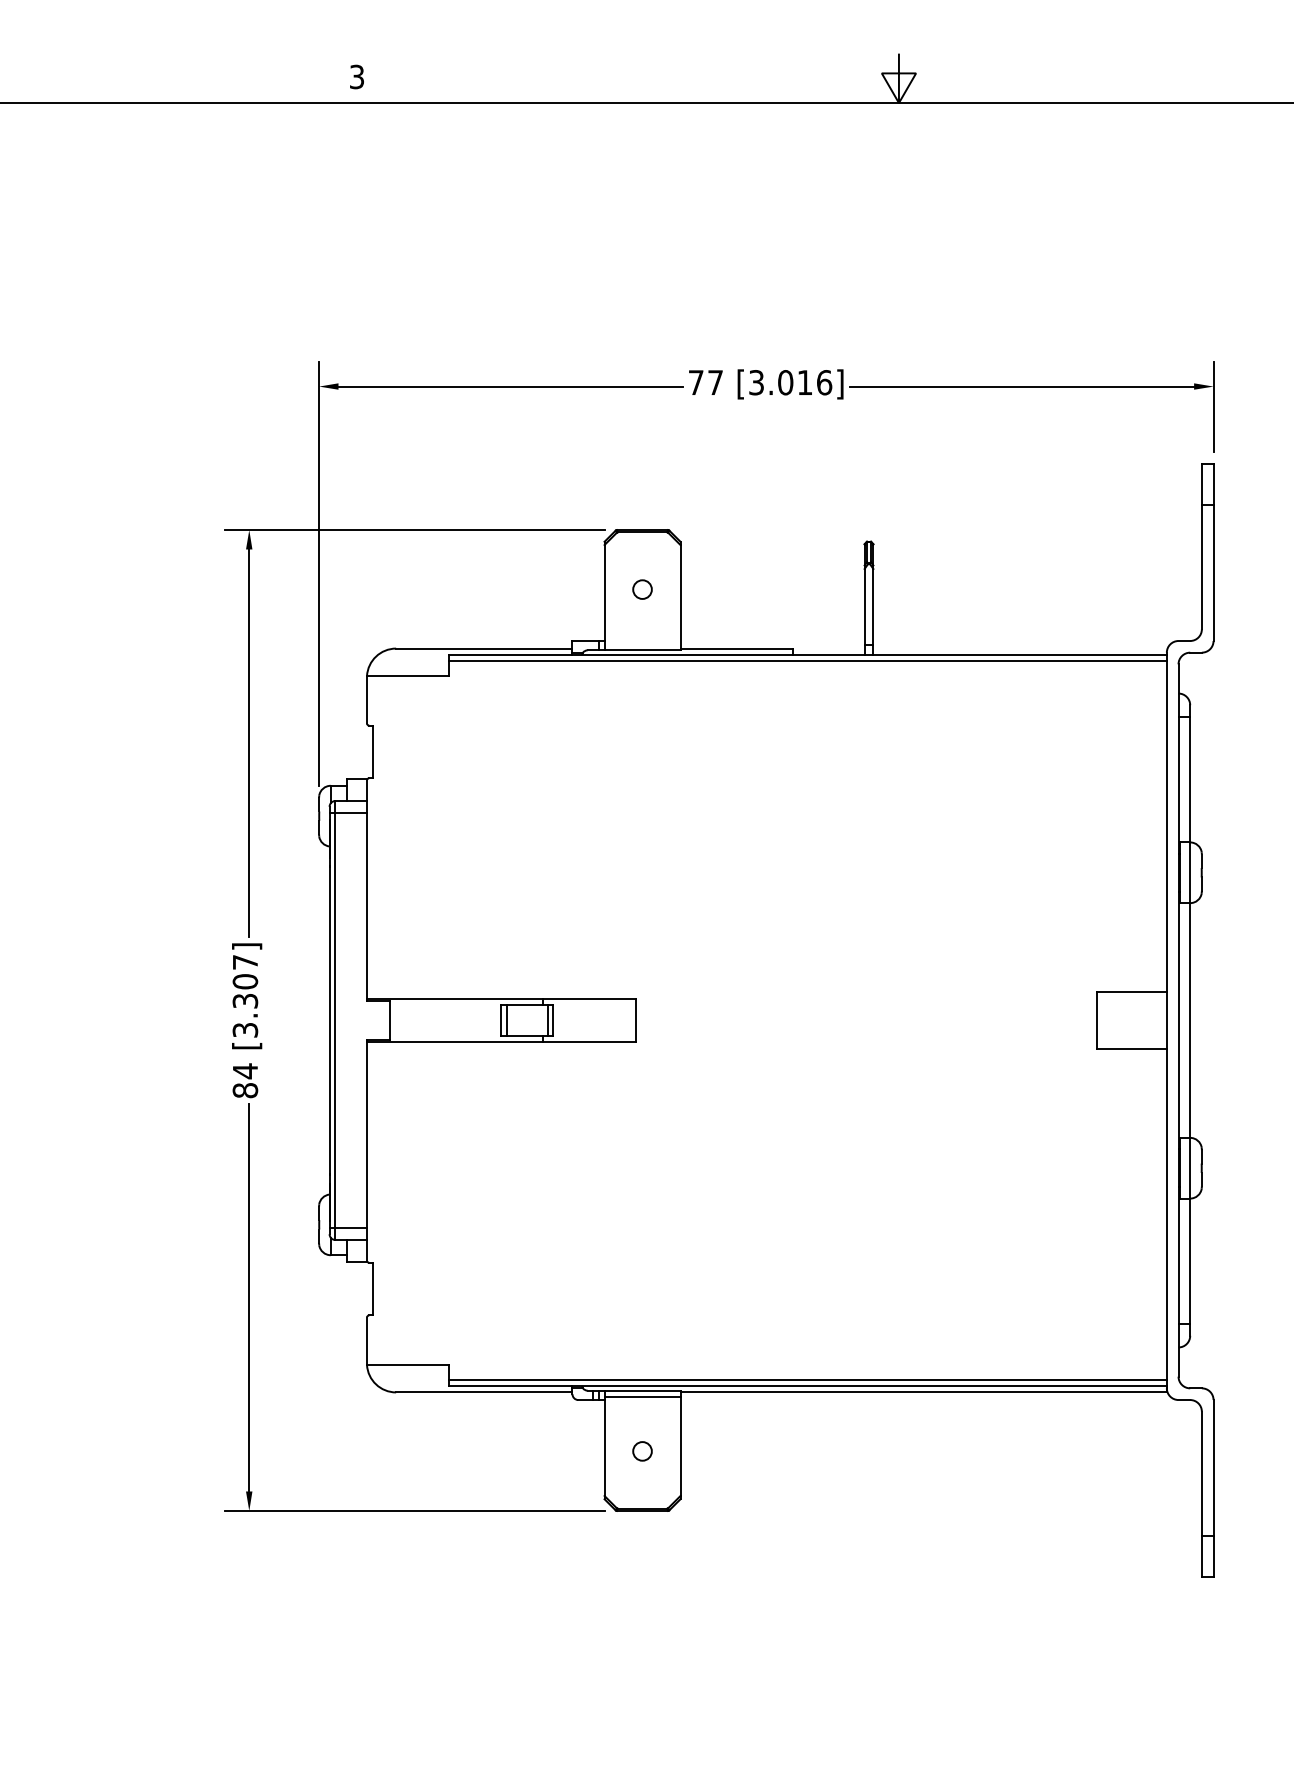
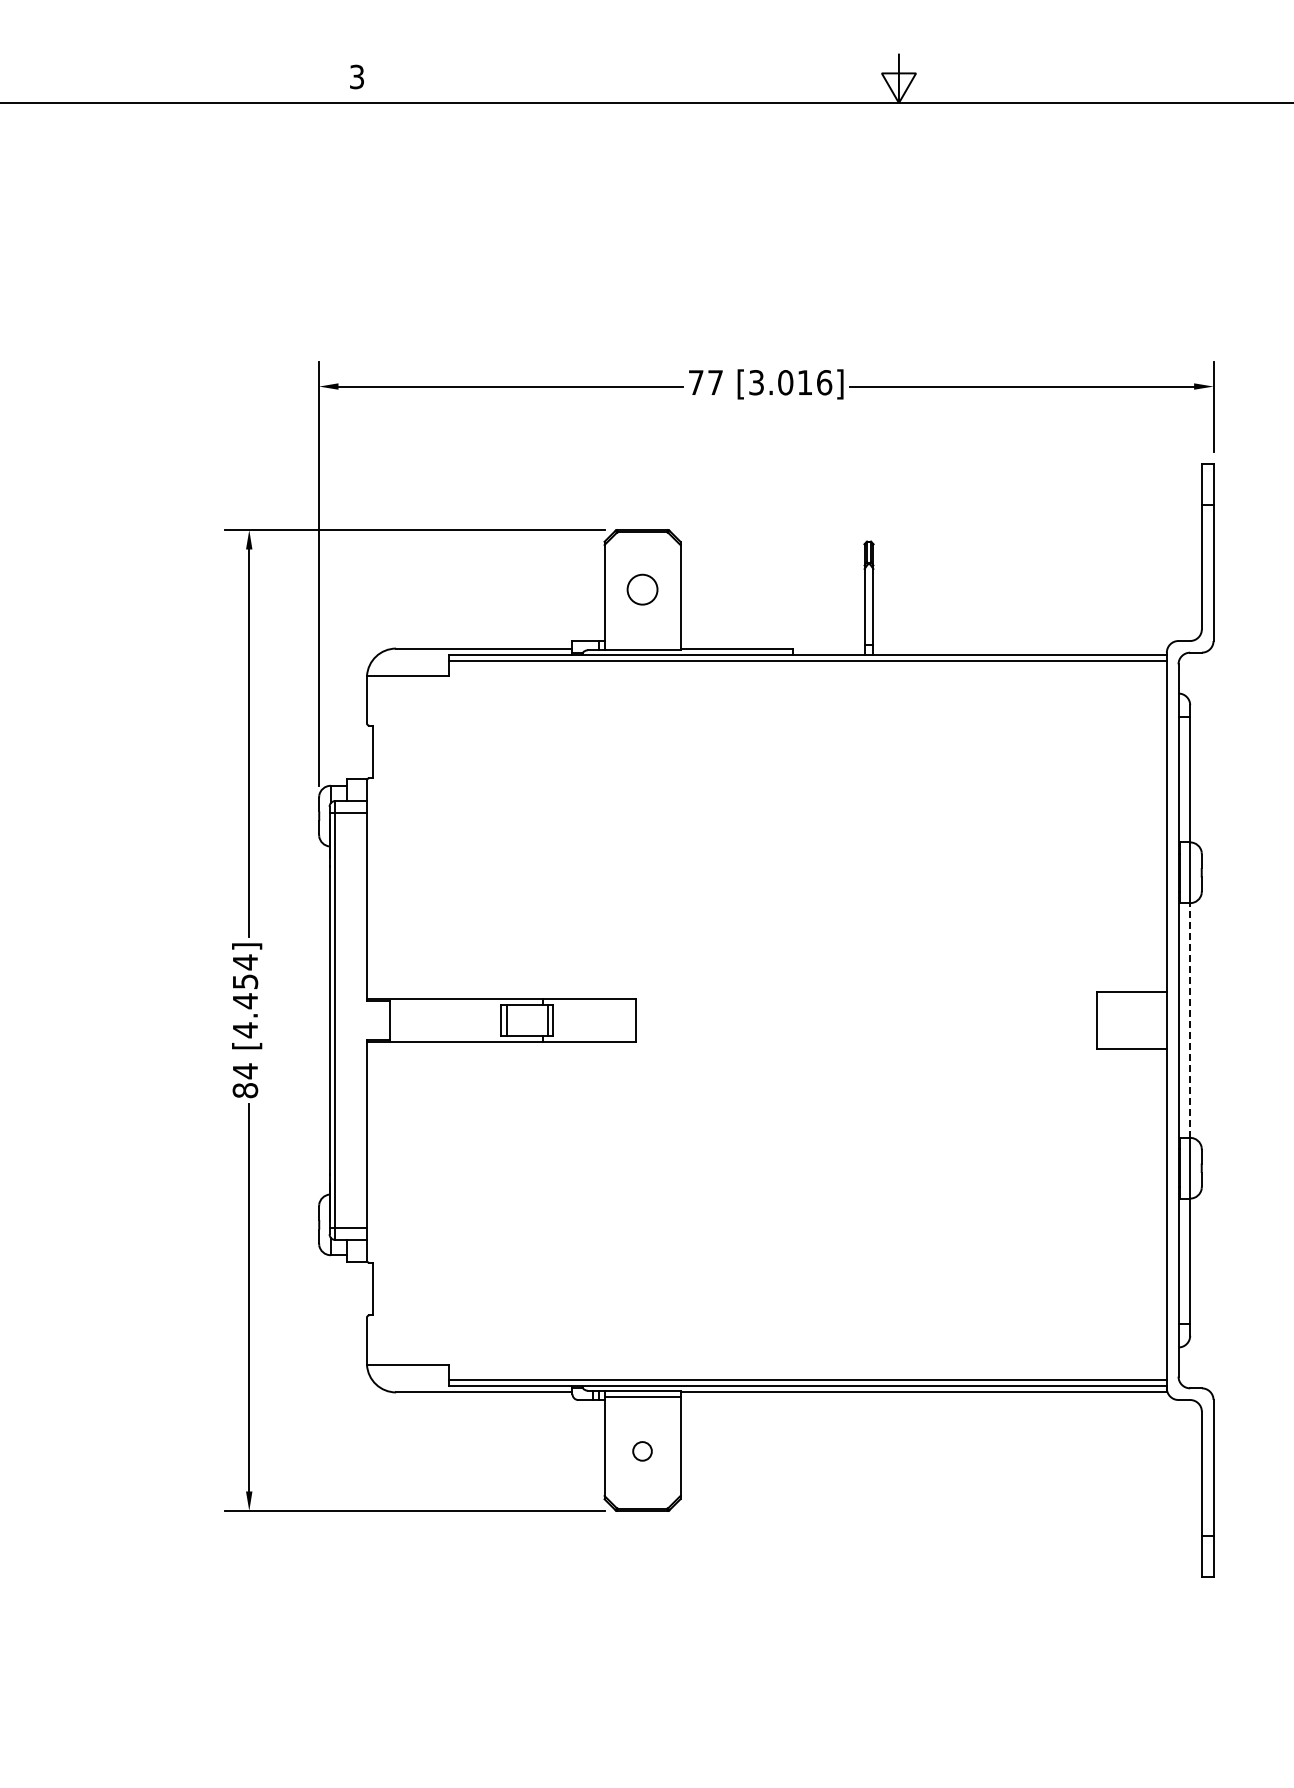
circle at (642, 589) size: 21x21 px -> 33x33 px
text at (245, 996): [3.307] -> [4.454]
line at (1190, 1020): solid -> dashed
